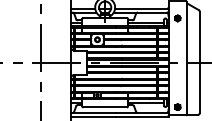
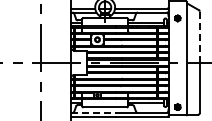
line at (199, 37): solid -> dashed
line at (94, 112): solid -> dashed
